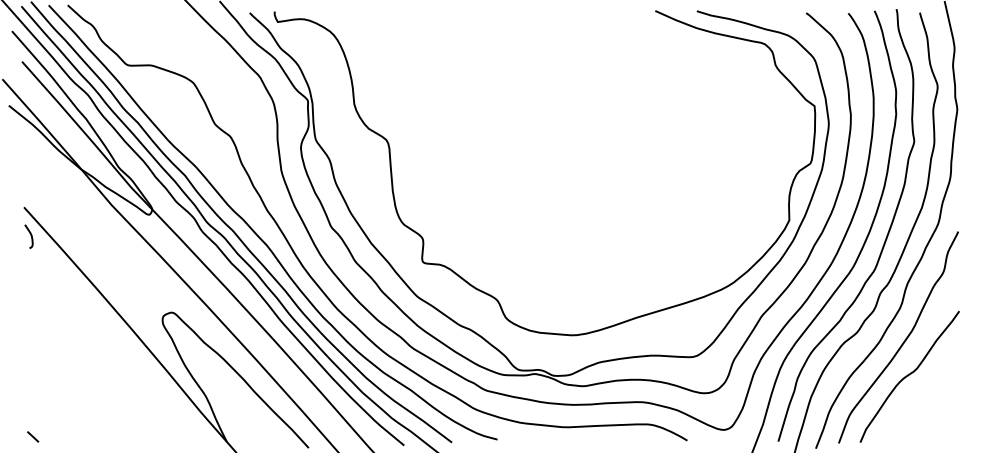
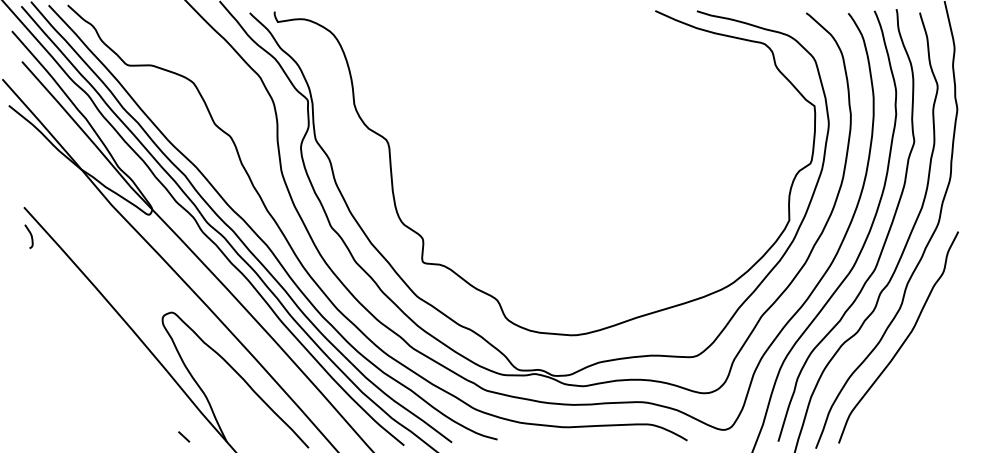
curve at (909, 375): present -> none
line at (33, 436) position: (33, 436) -> (184, 436)
